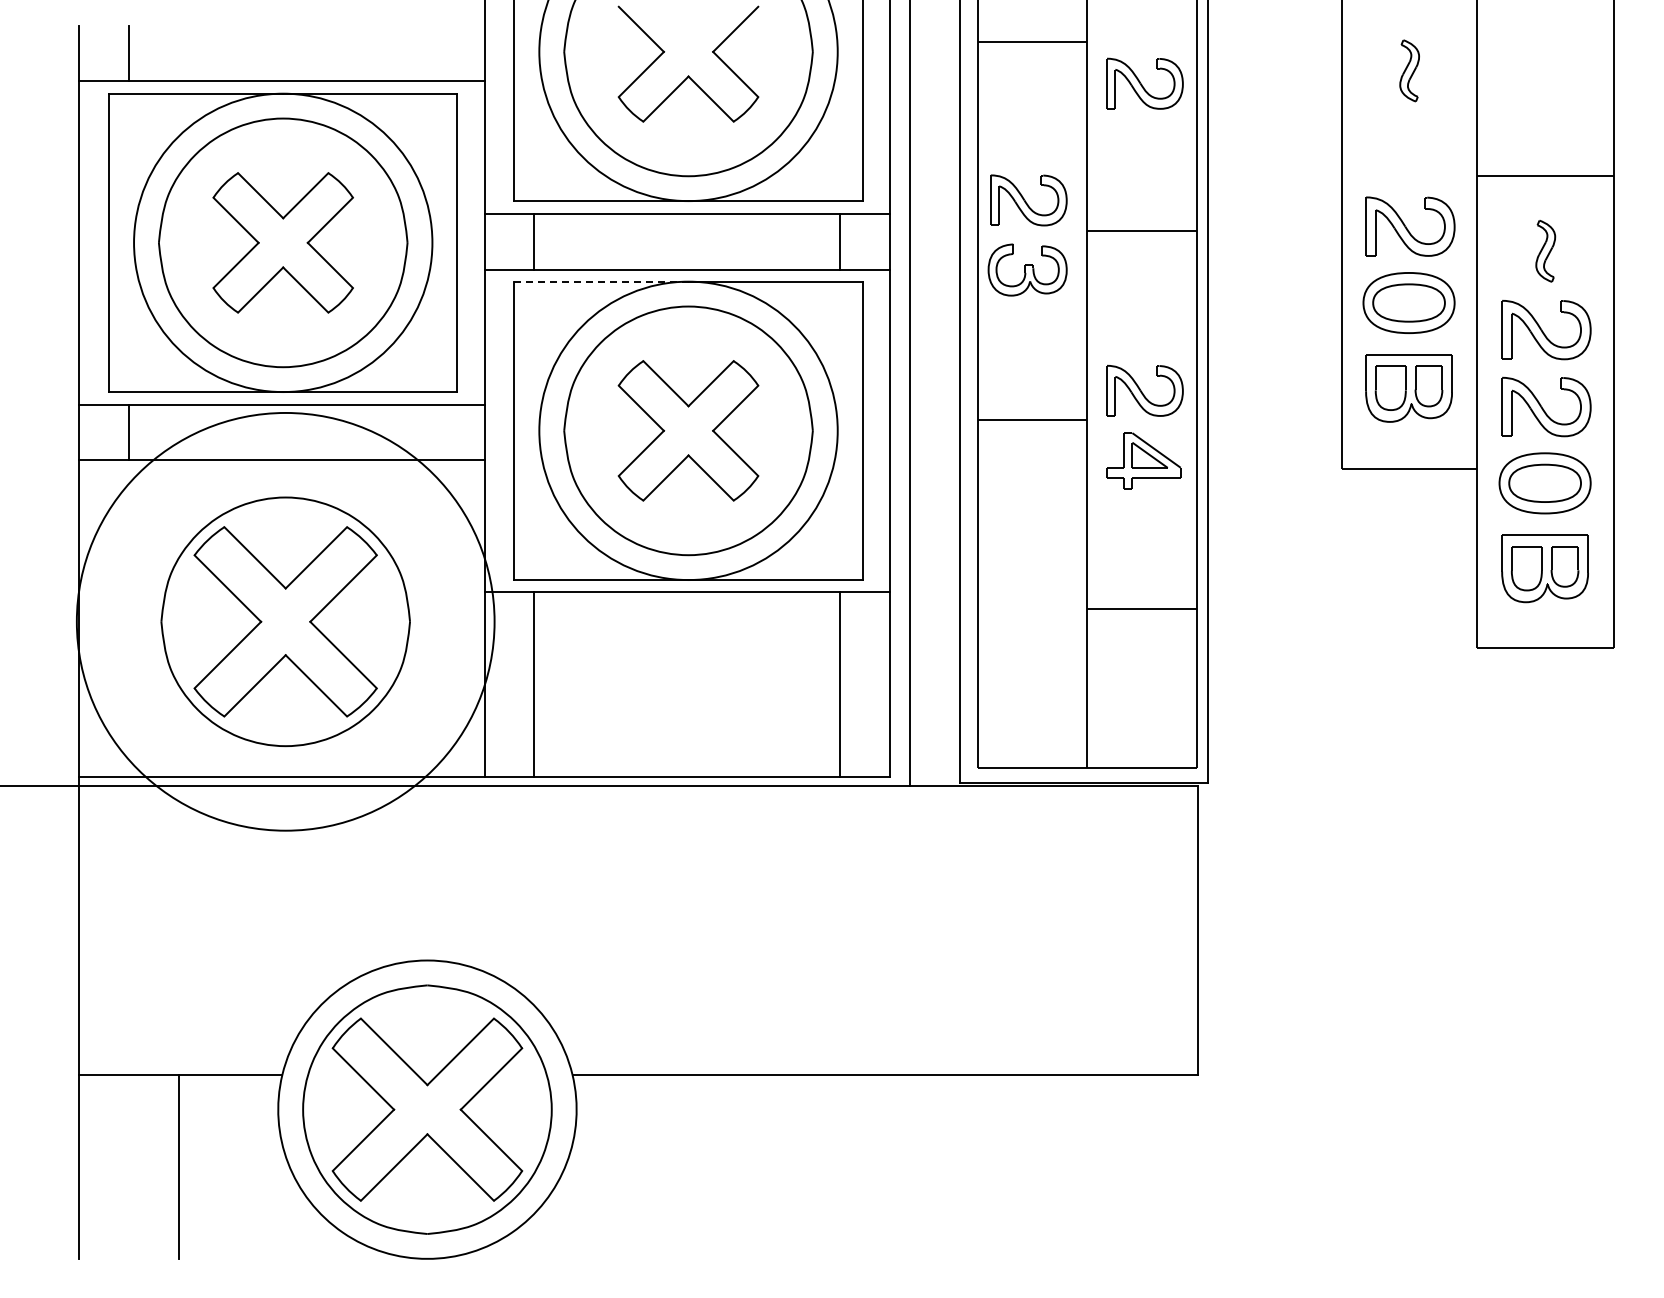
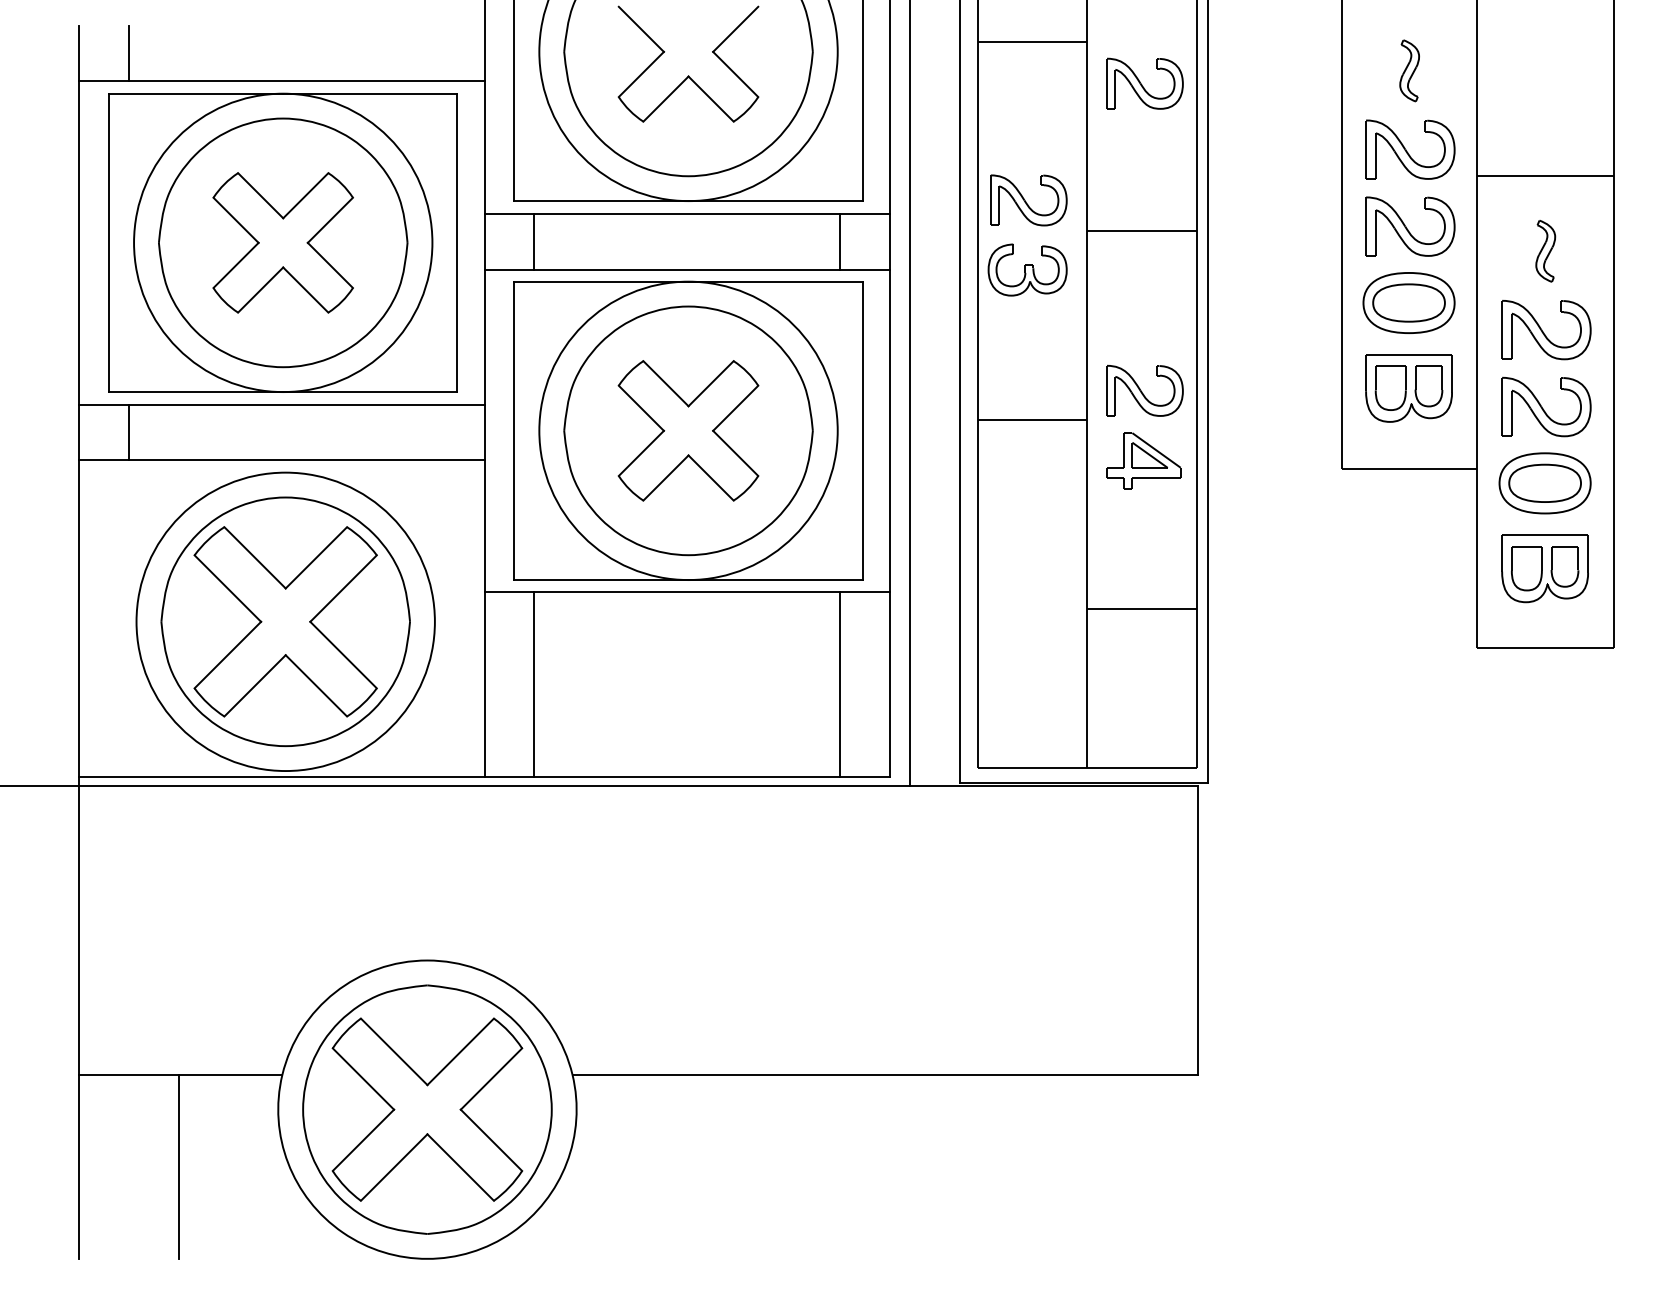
part at (1410, 149): none -> present
line at (601, 281): dashed -> solid
circle at (285, 621) diameter: 418 px -> 298 px
